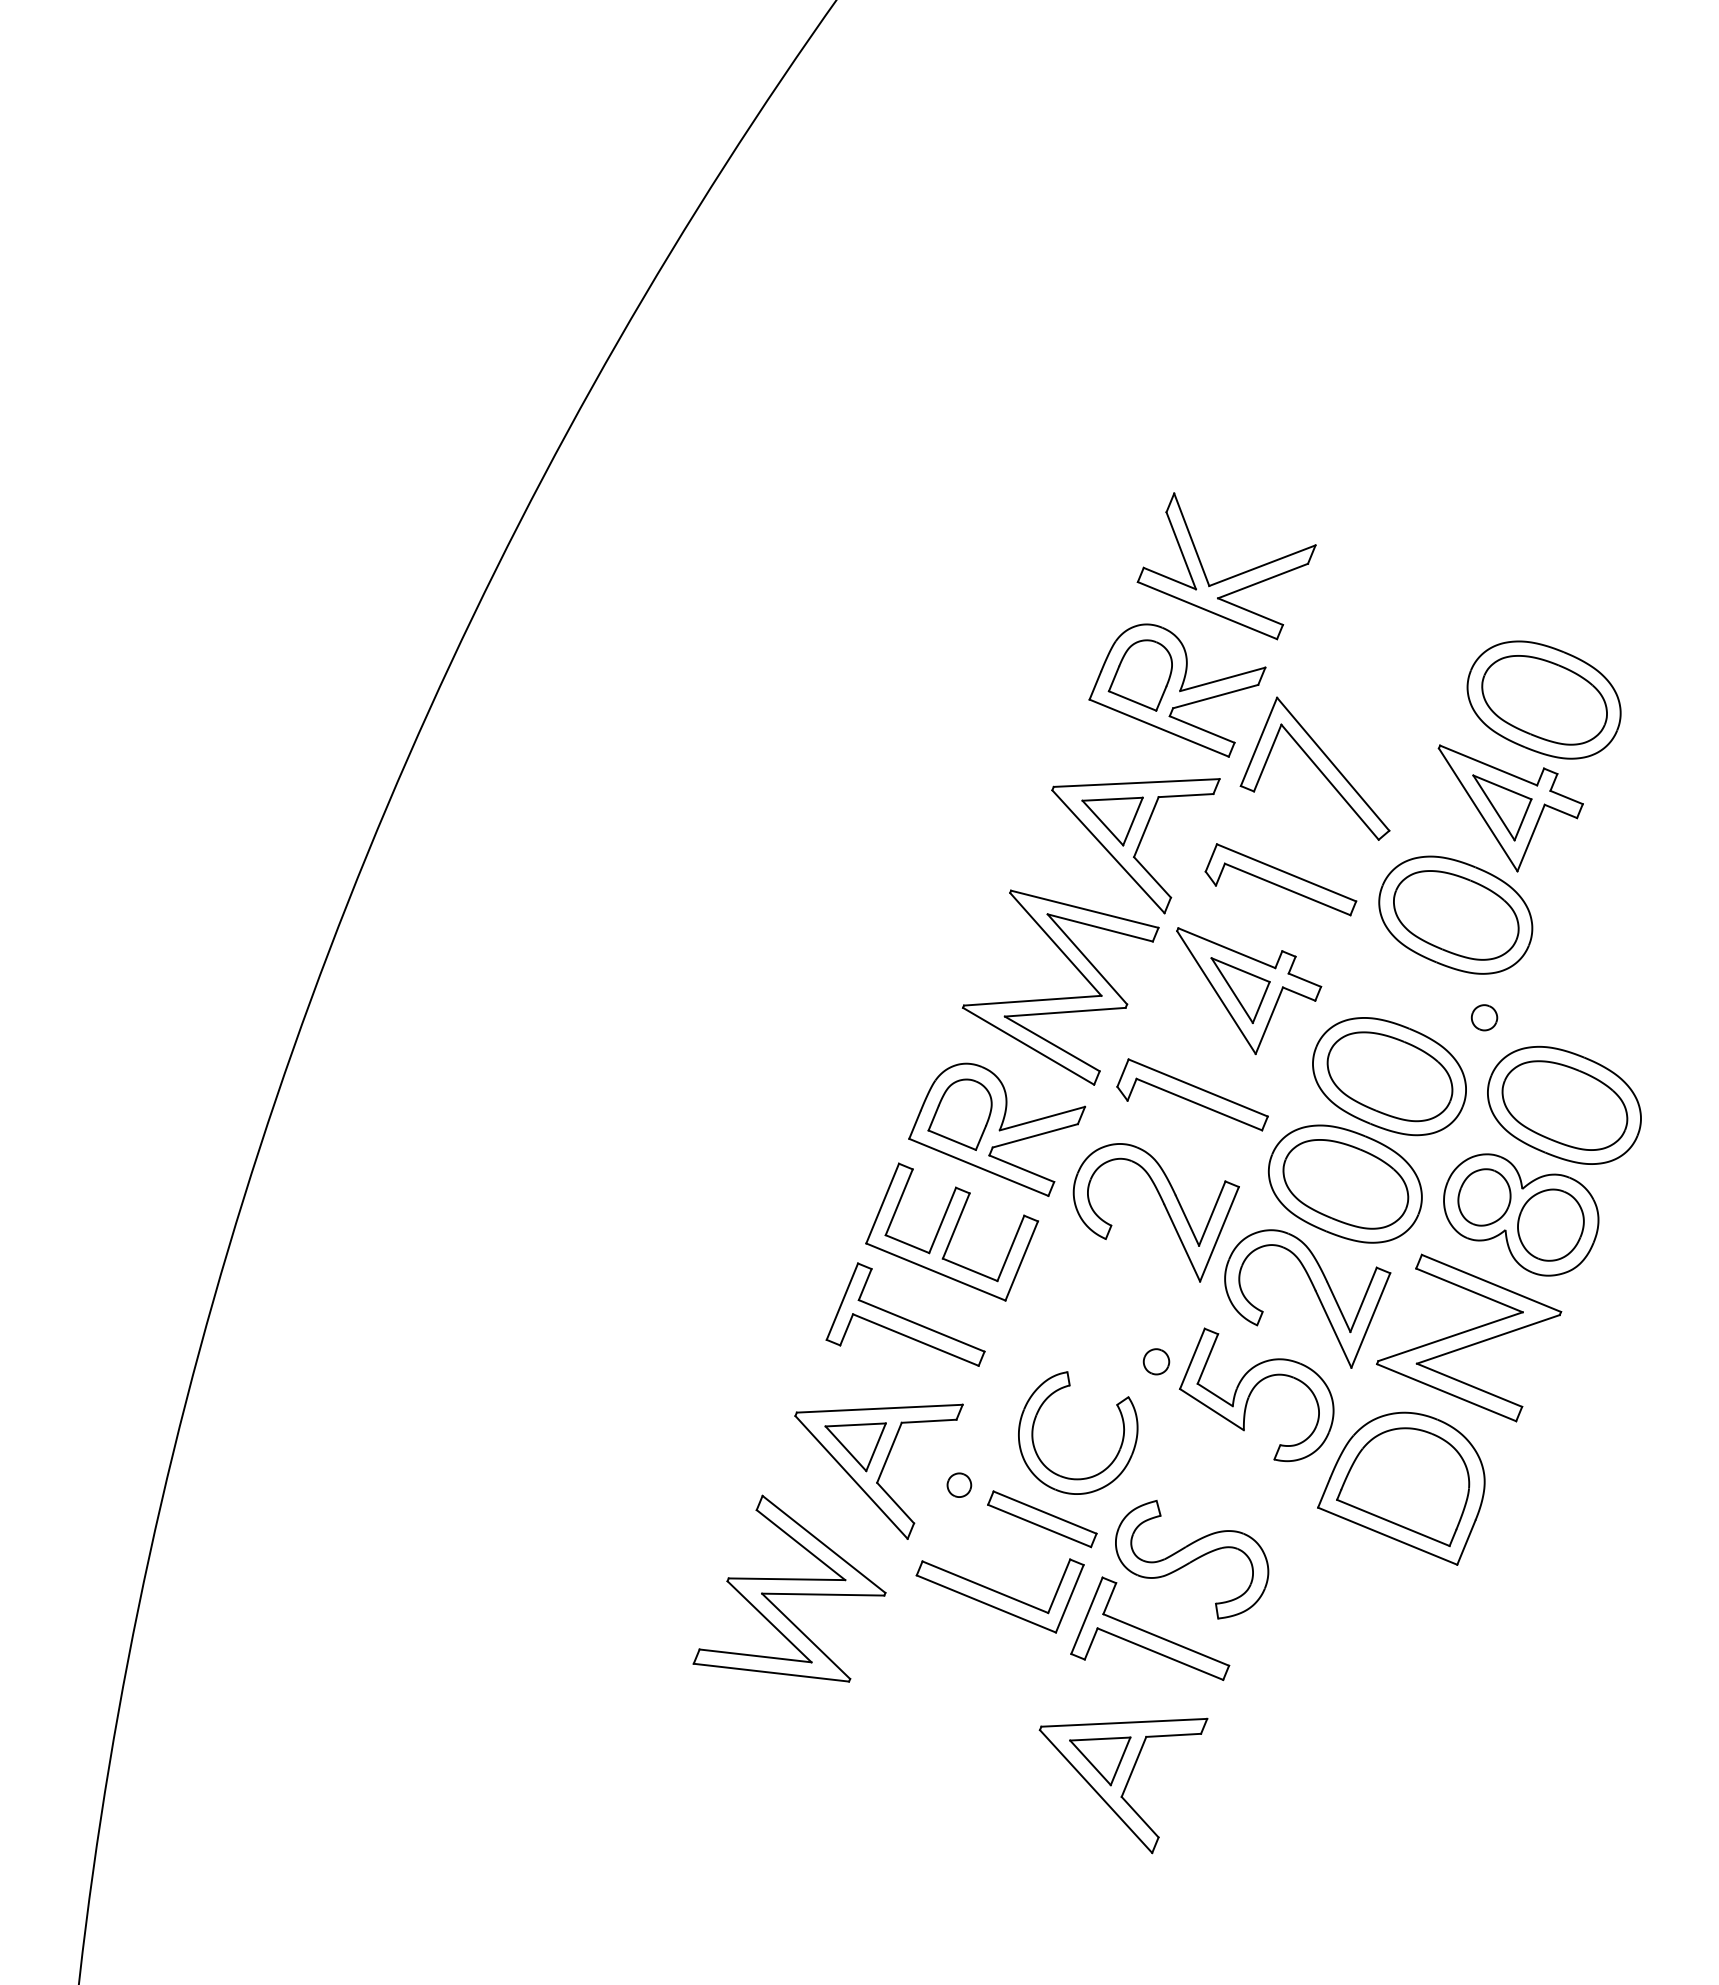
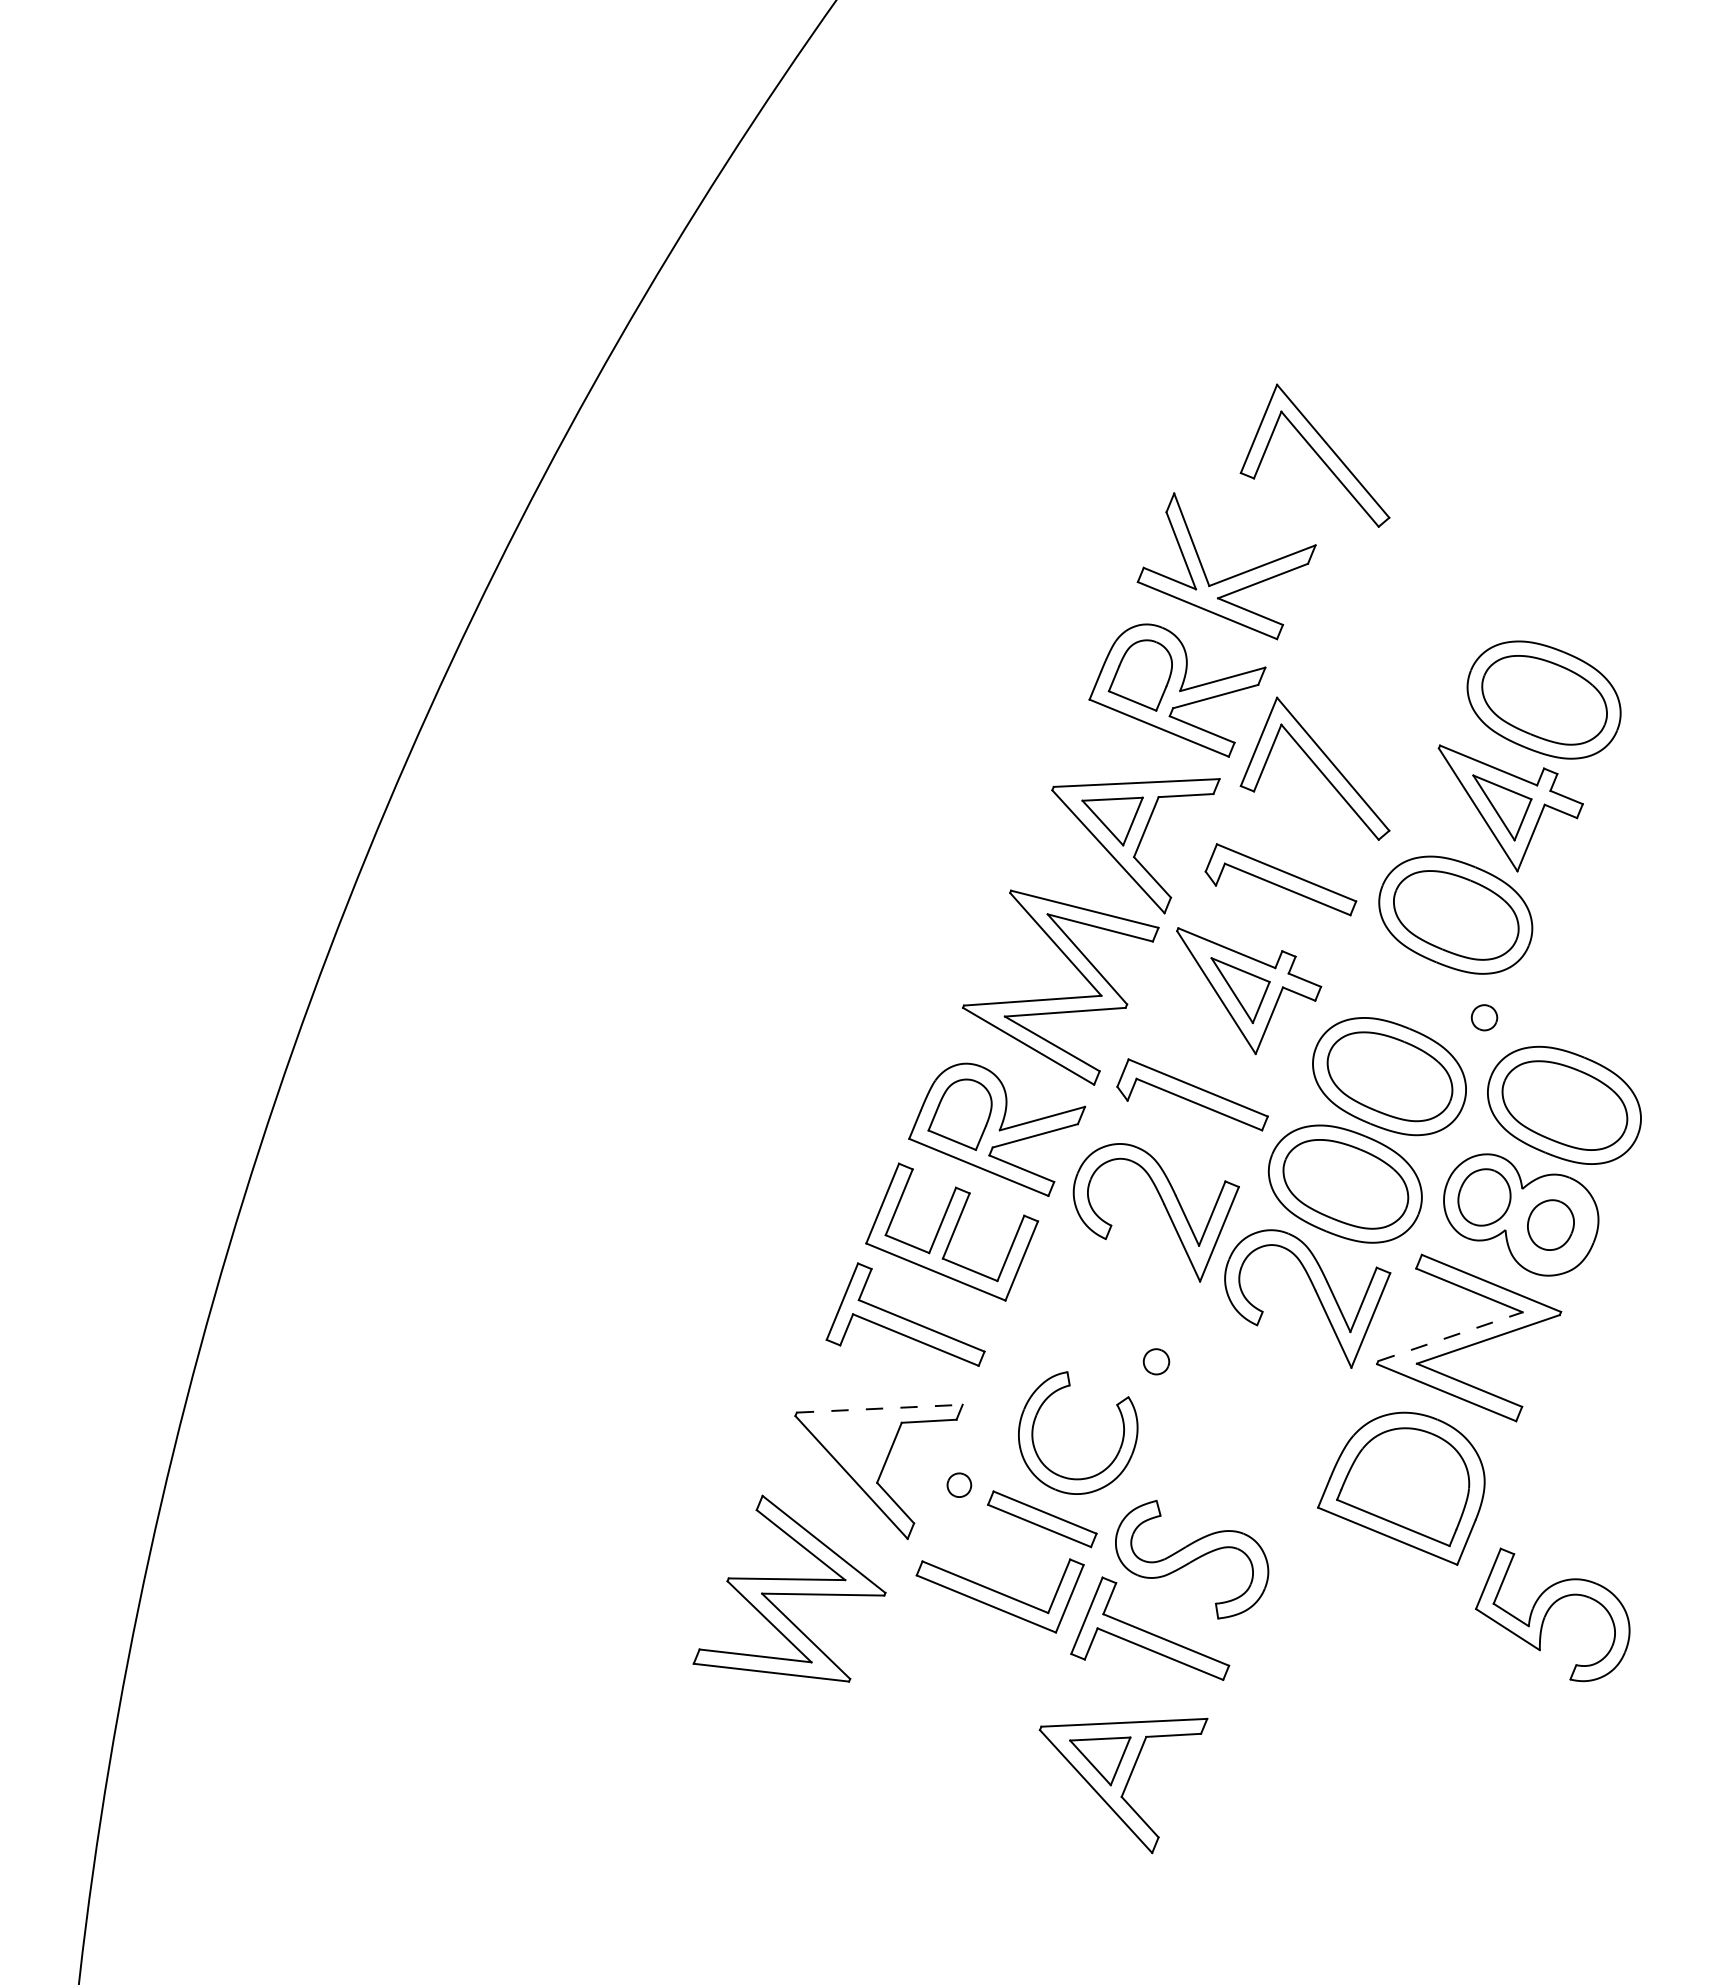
part at (1314, 455): none -> present
part at (1550, 1224) size: 68x74 px -> 48x52 px
line at (1451, 1336): solid -> dashed
part at (1256, 1394) position: (1256, 1394) -> (1552, 1614)
line at (880, 1408): solid -> dashed
part at (855, 1447): present -> none
